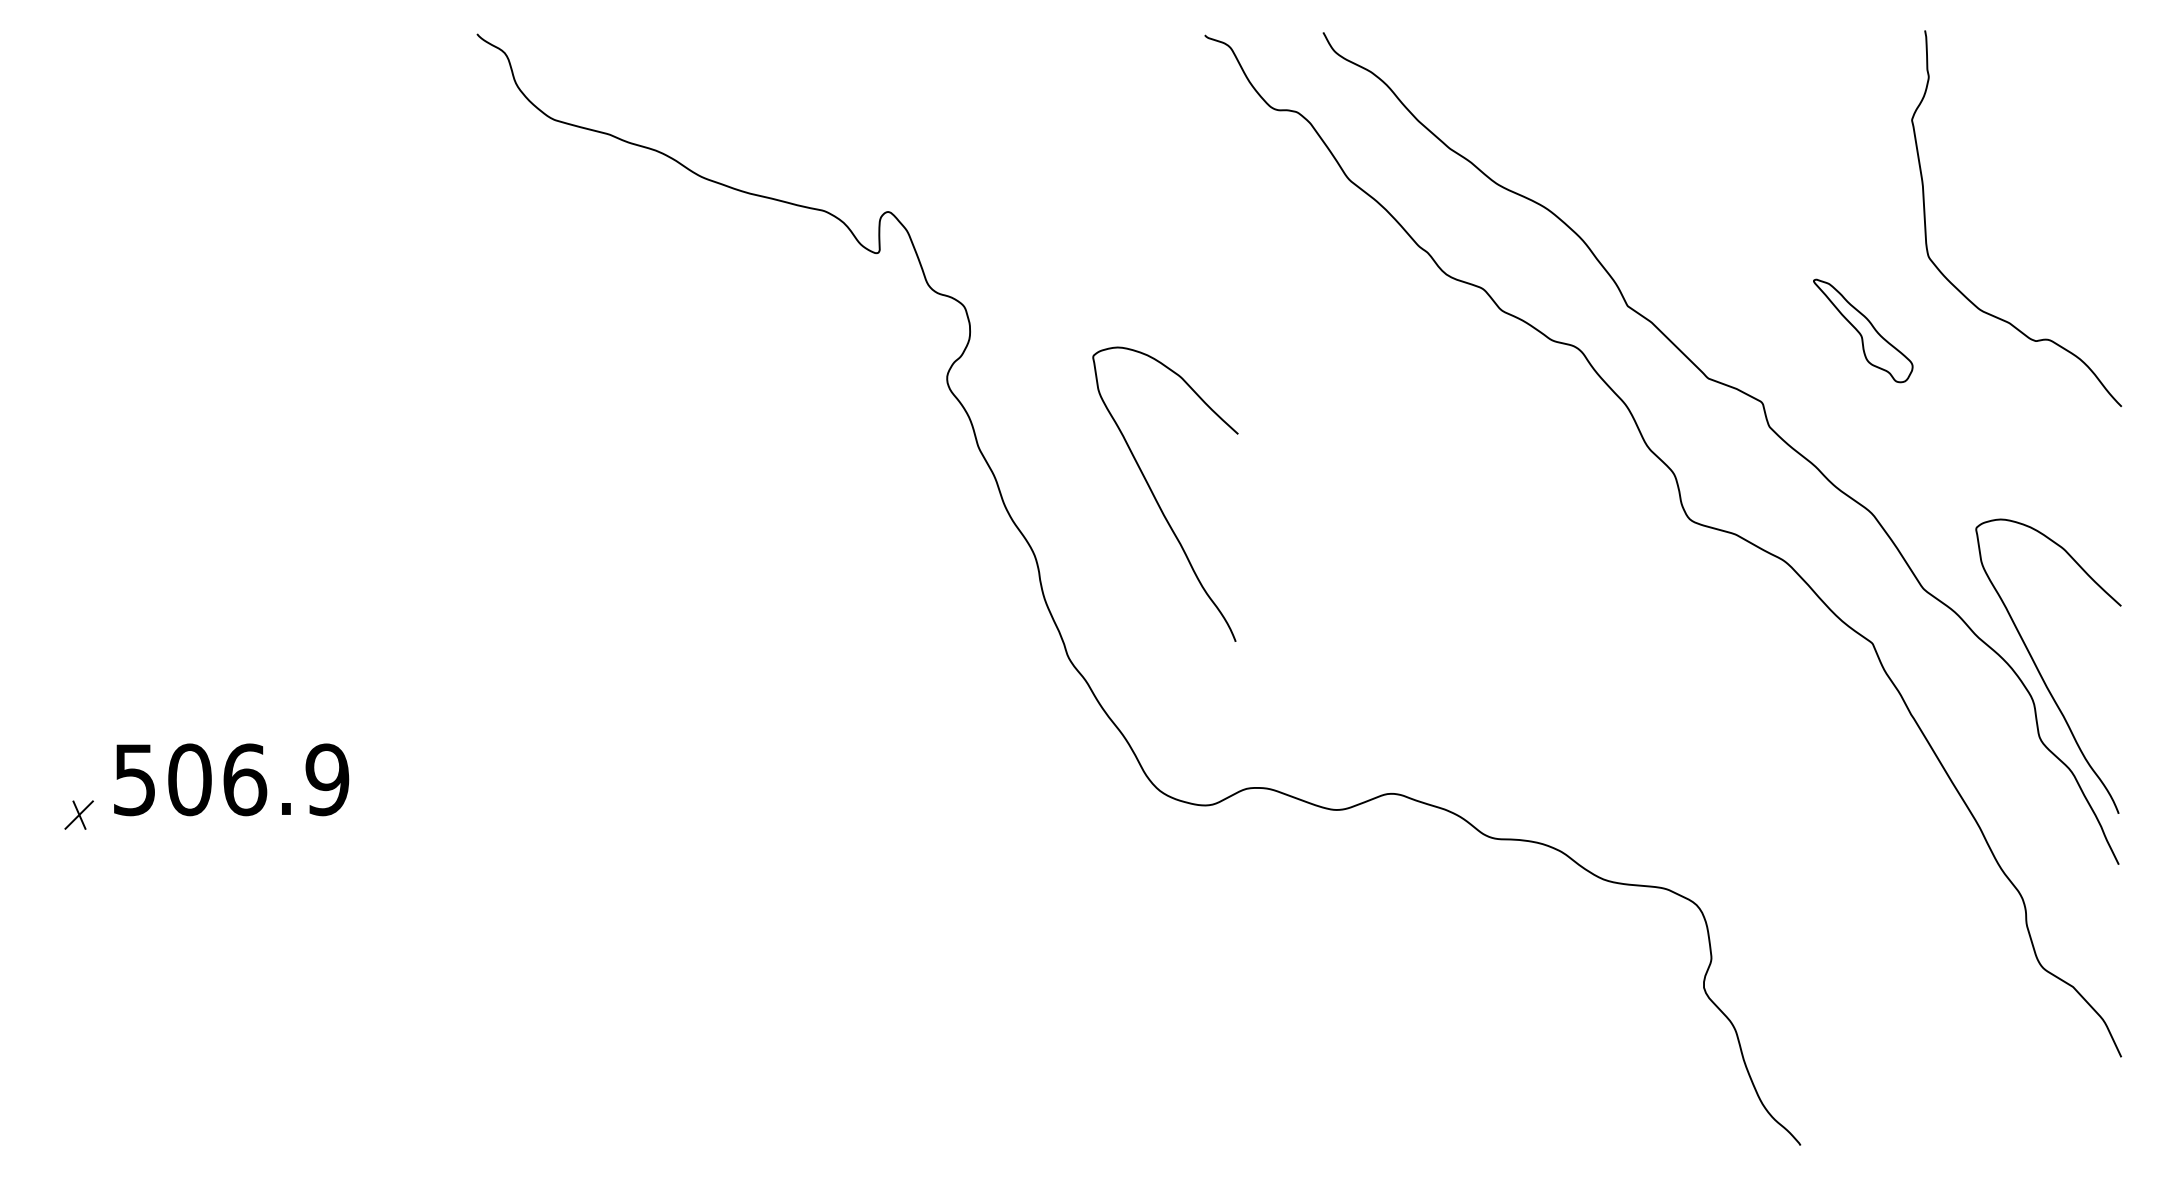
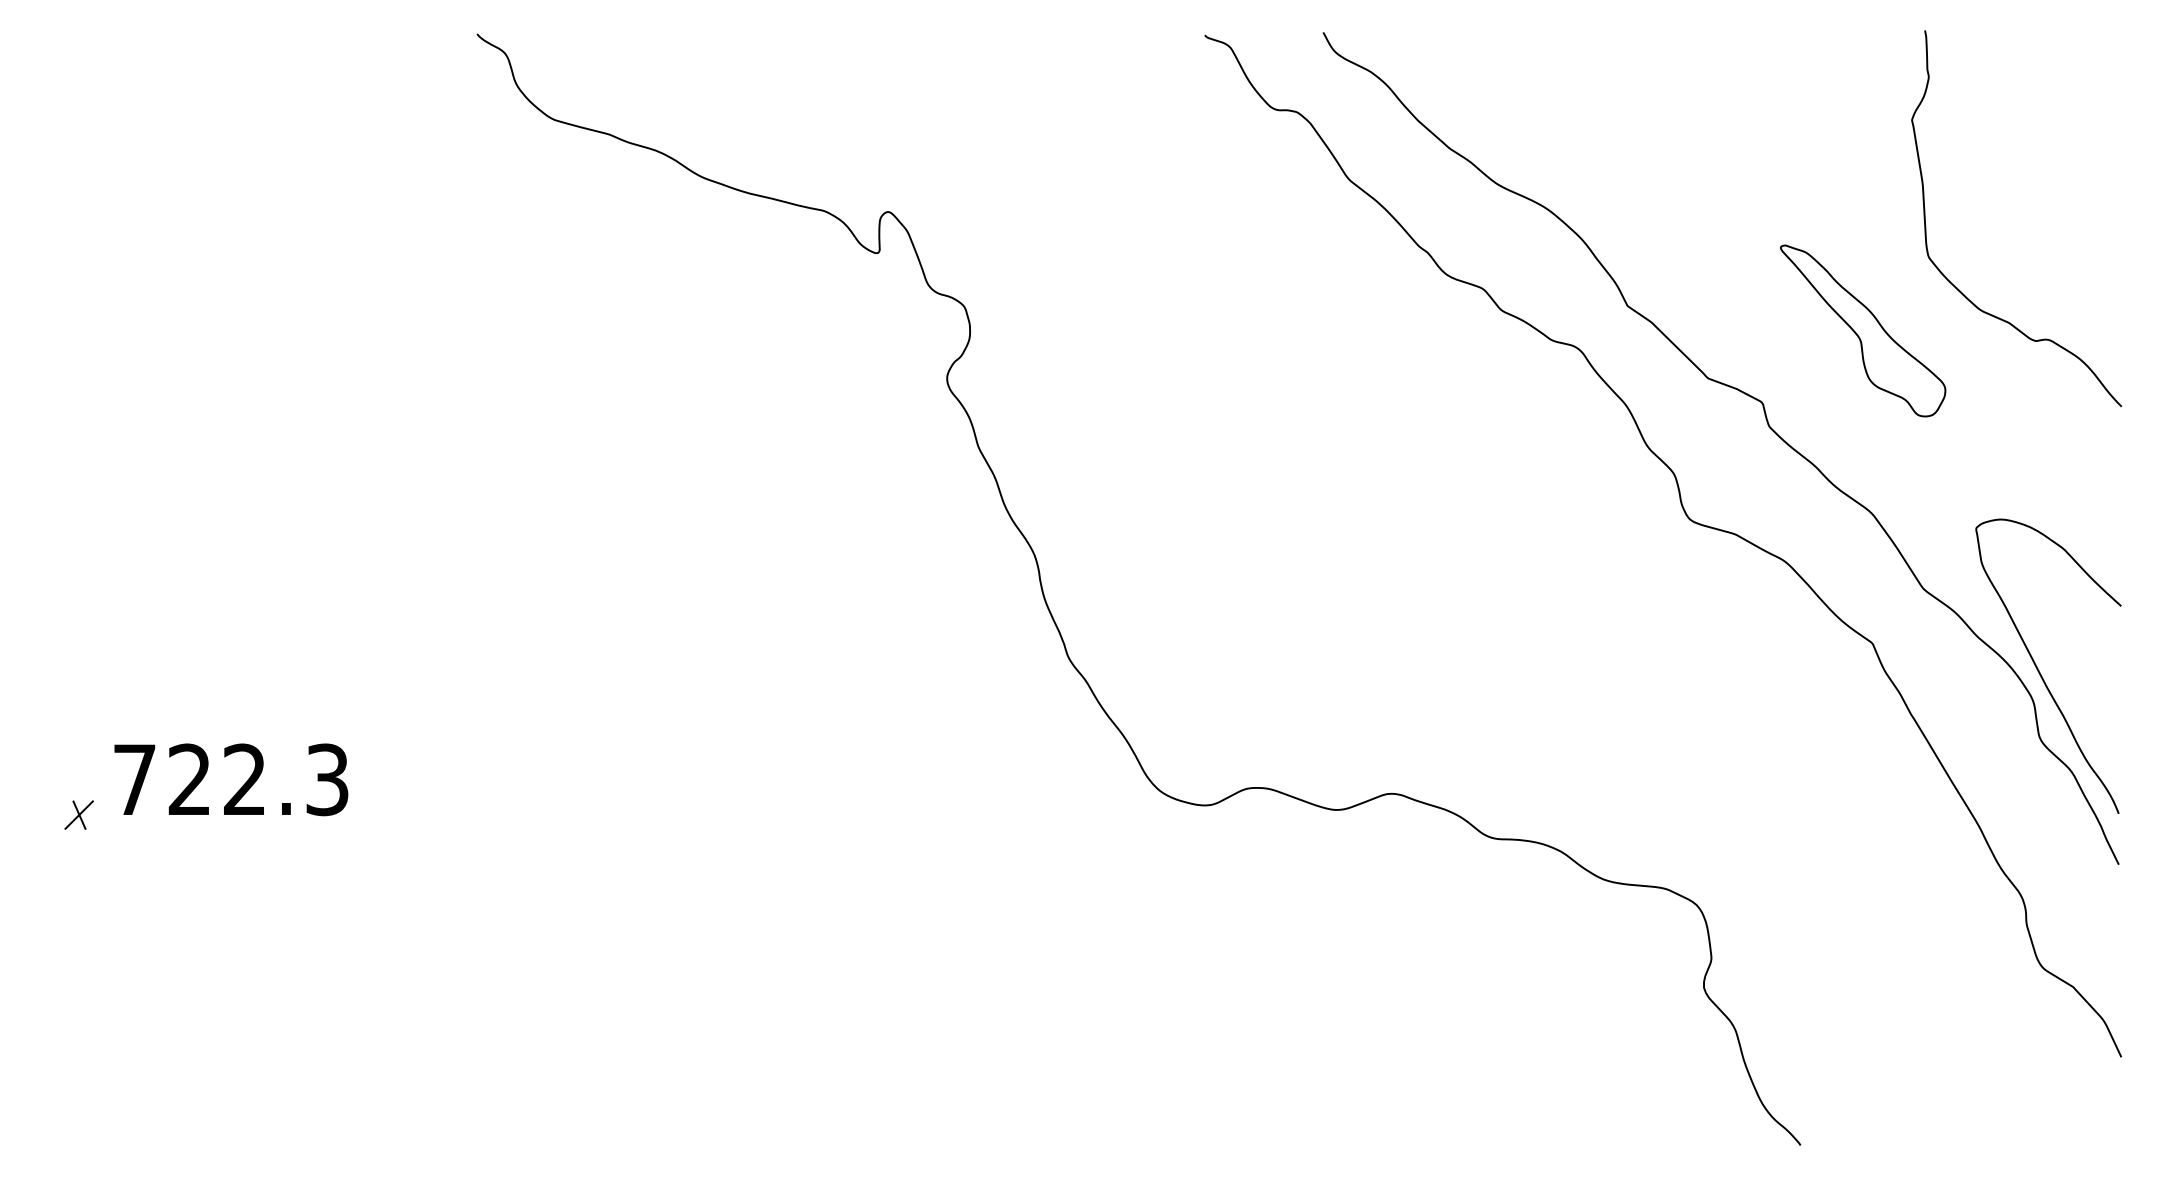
part at (1863, 330) size: 101x106 px -> 167x174 px
curve at (1156, 498): present -> none
text at (231, 779): 506.9 -> 722.3
